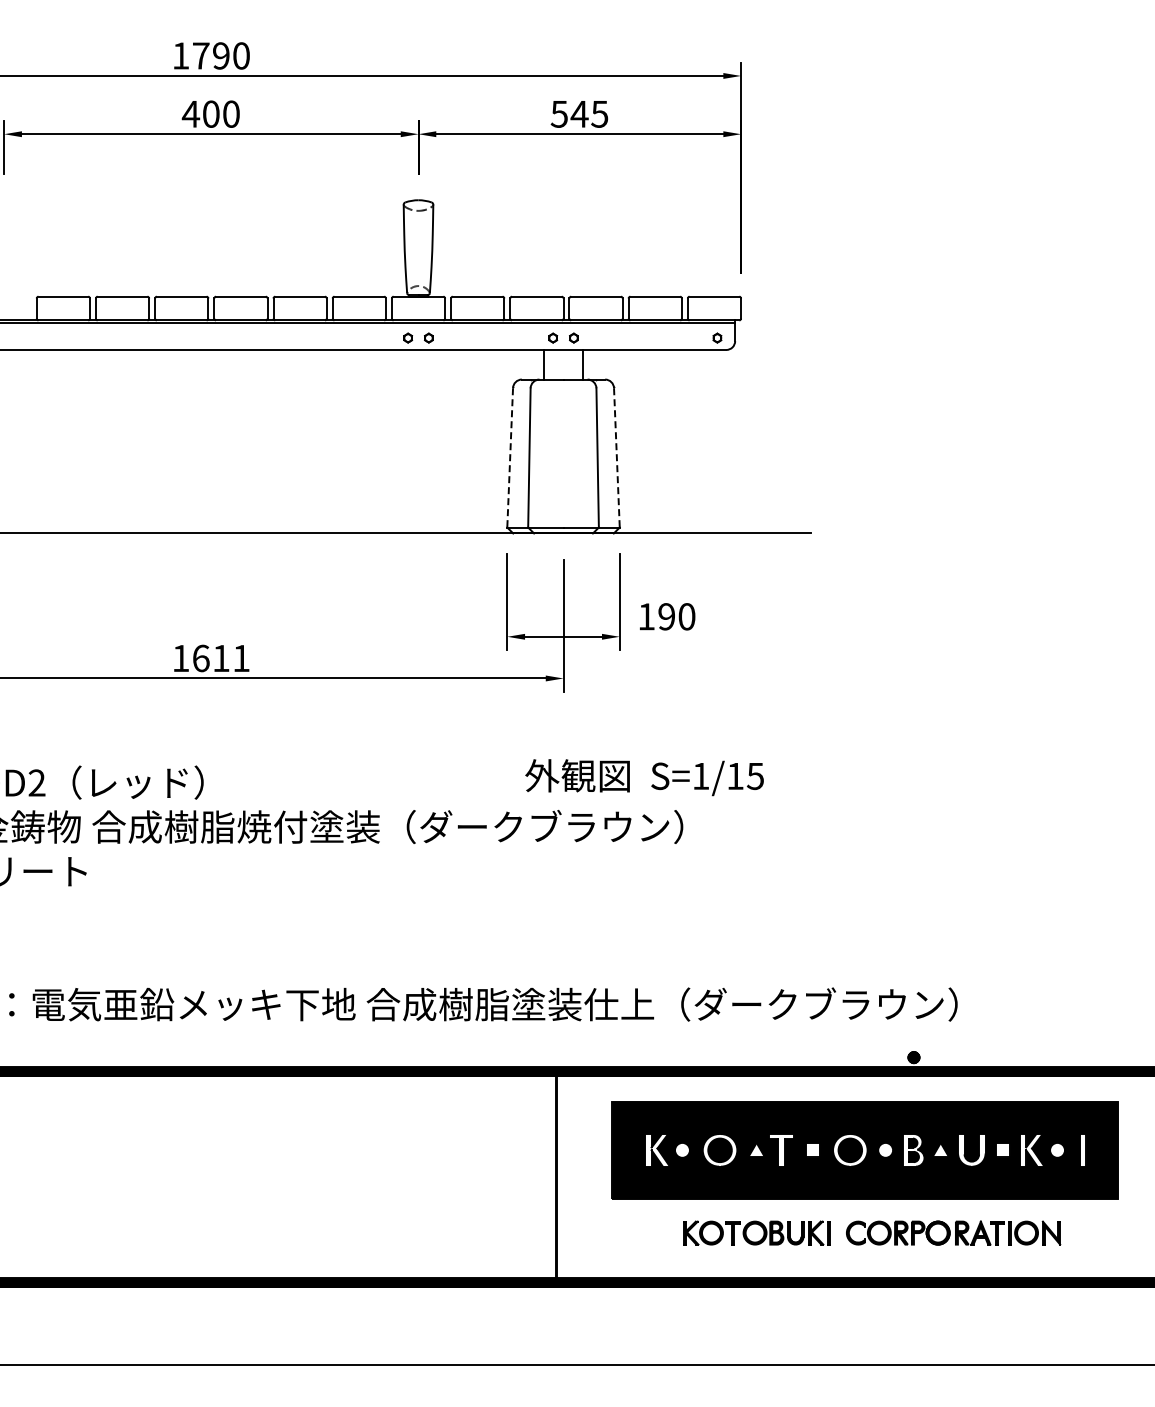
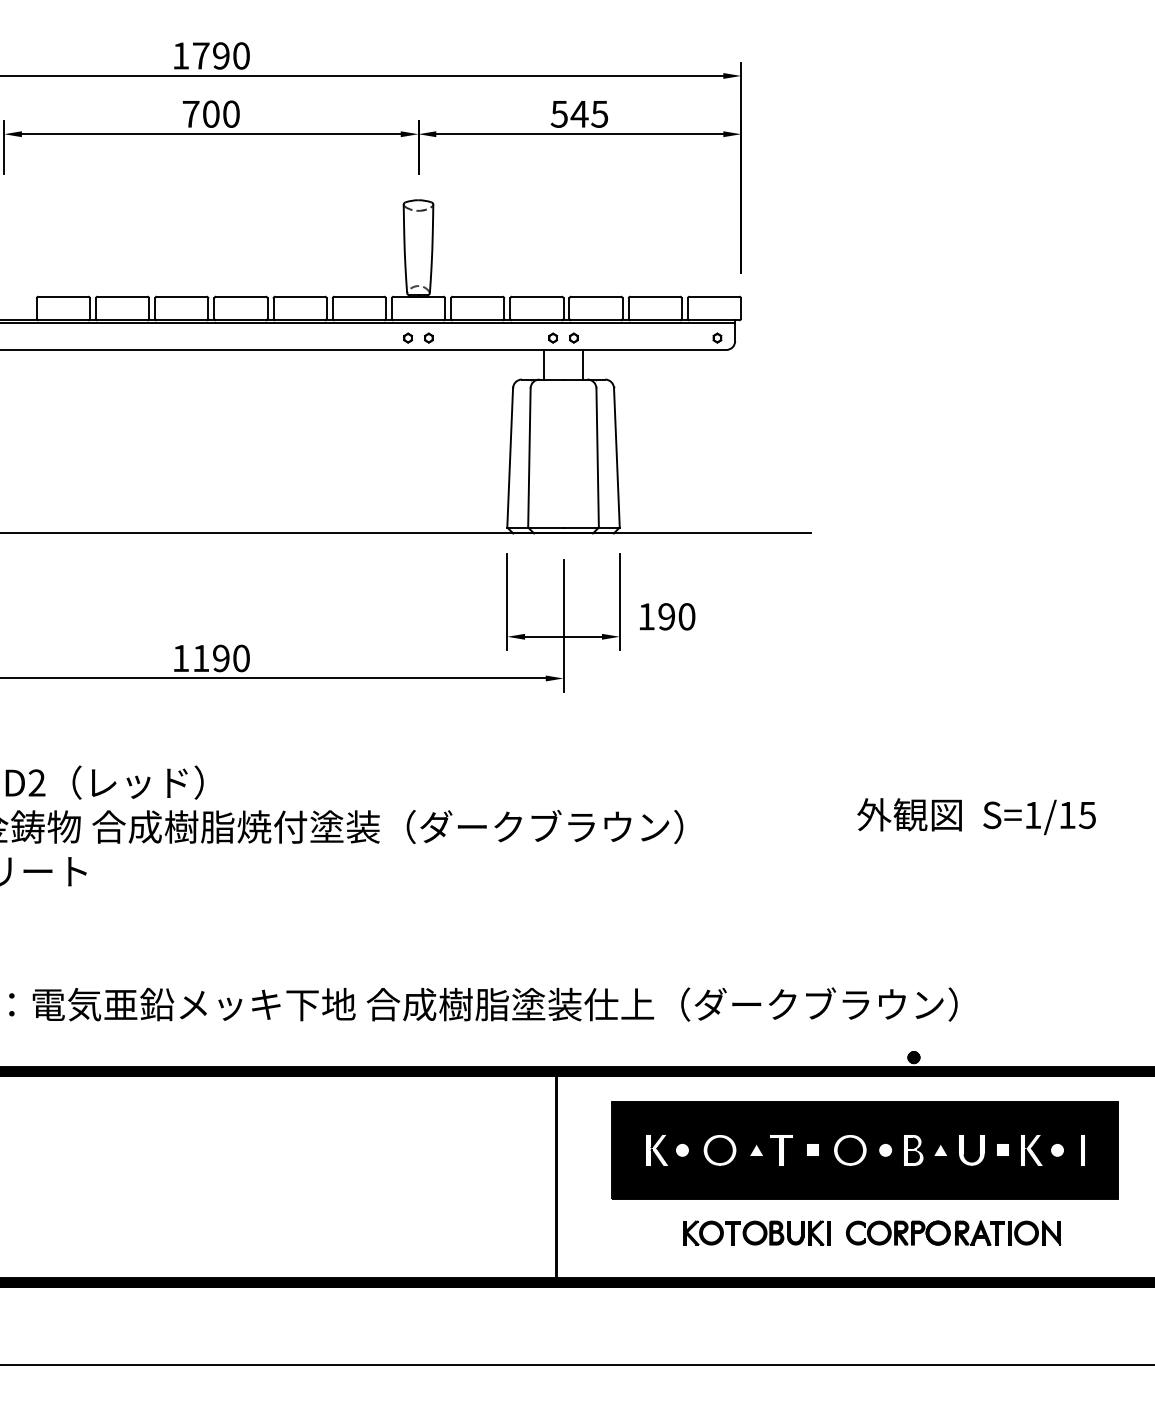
text at (190, 114): 400 -> 700
line at (510, 457): dashed -> solid
line at (616, 457): dashed -> solid
text at (221, 658): 1611 -> 1190
text at (644, 777) position: (644, 777) -> (976, 816)
